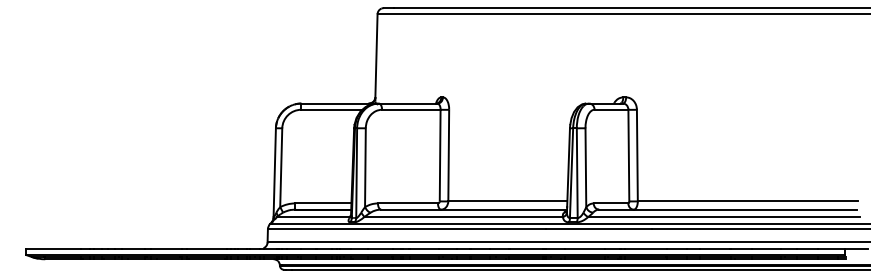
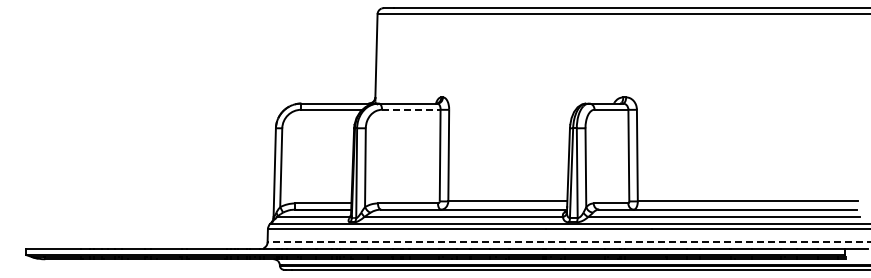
line at (411, 109): solid -> dashed
line at (568, 242): solid -> dashed
